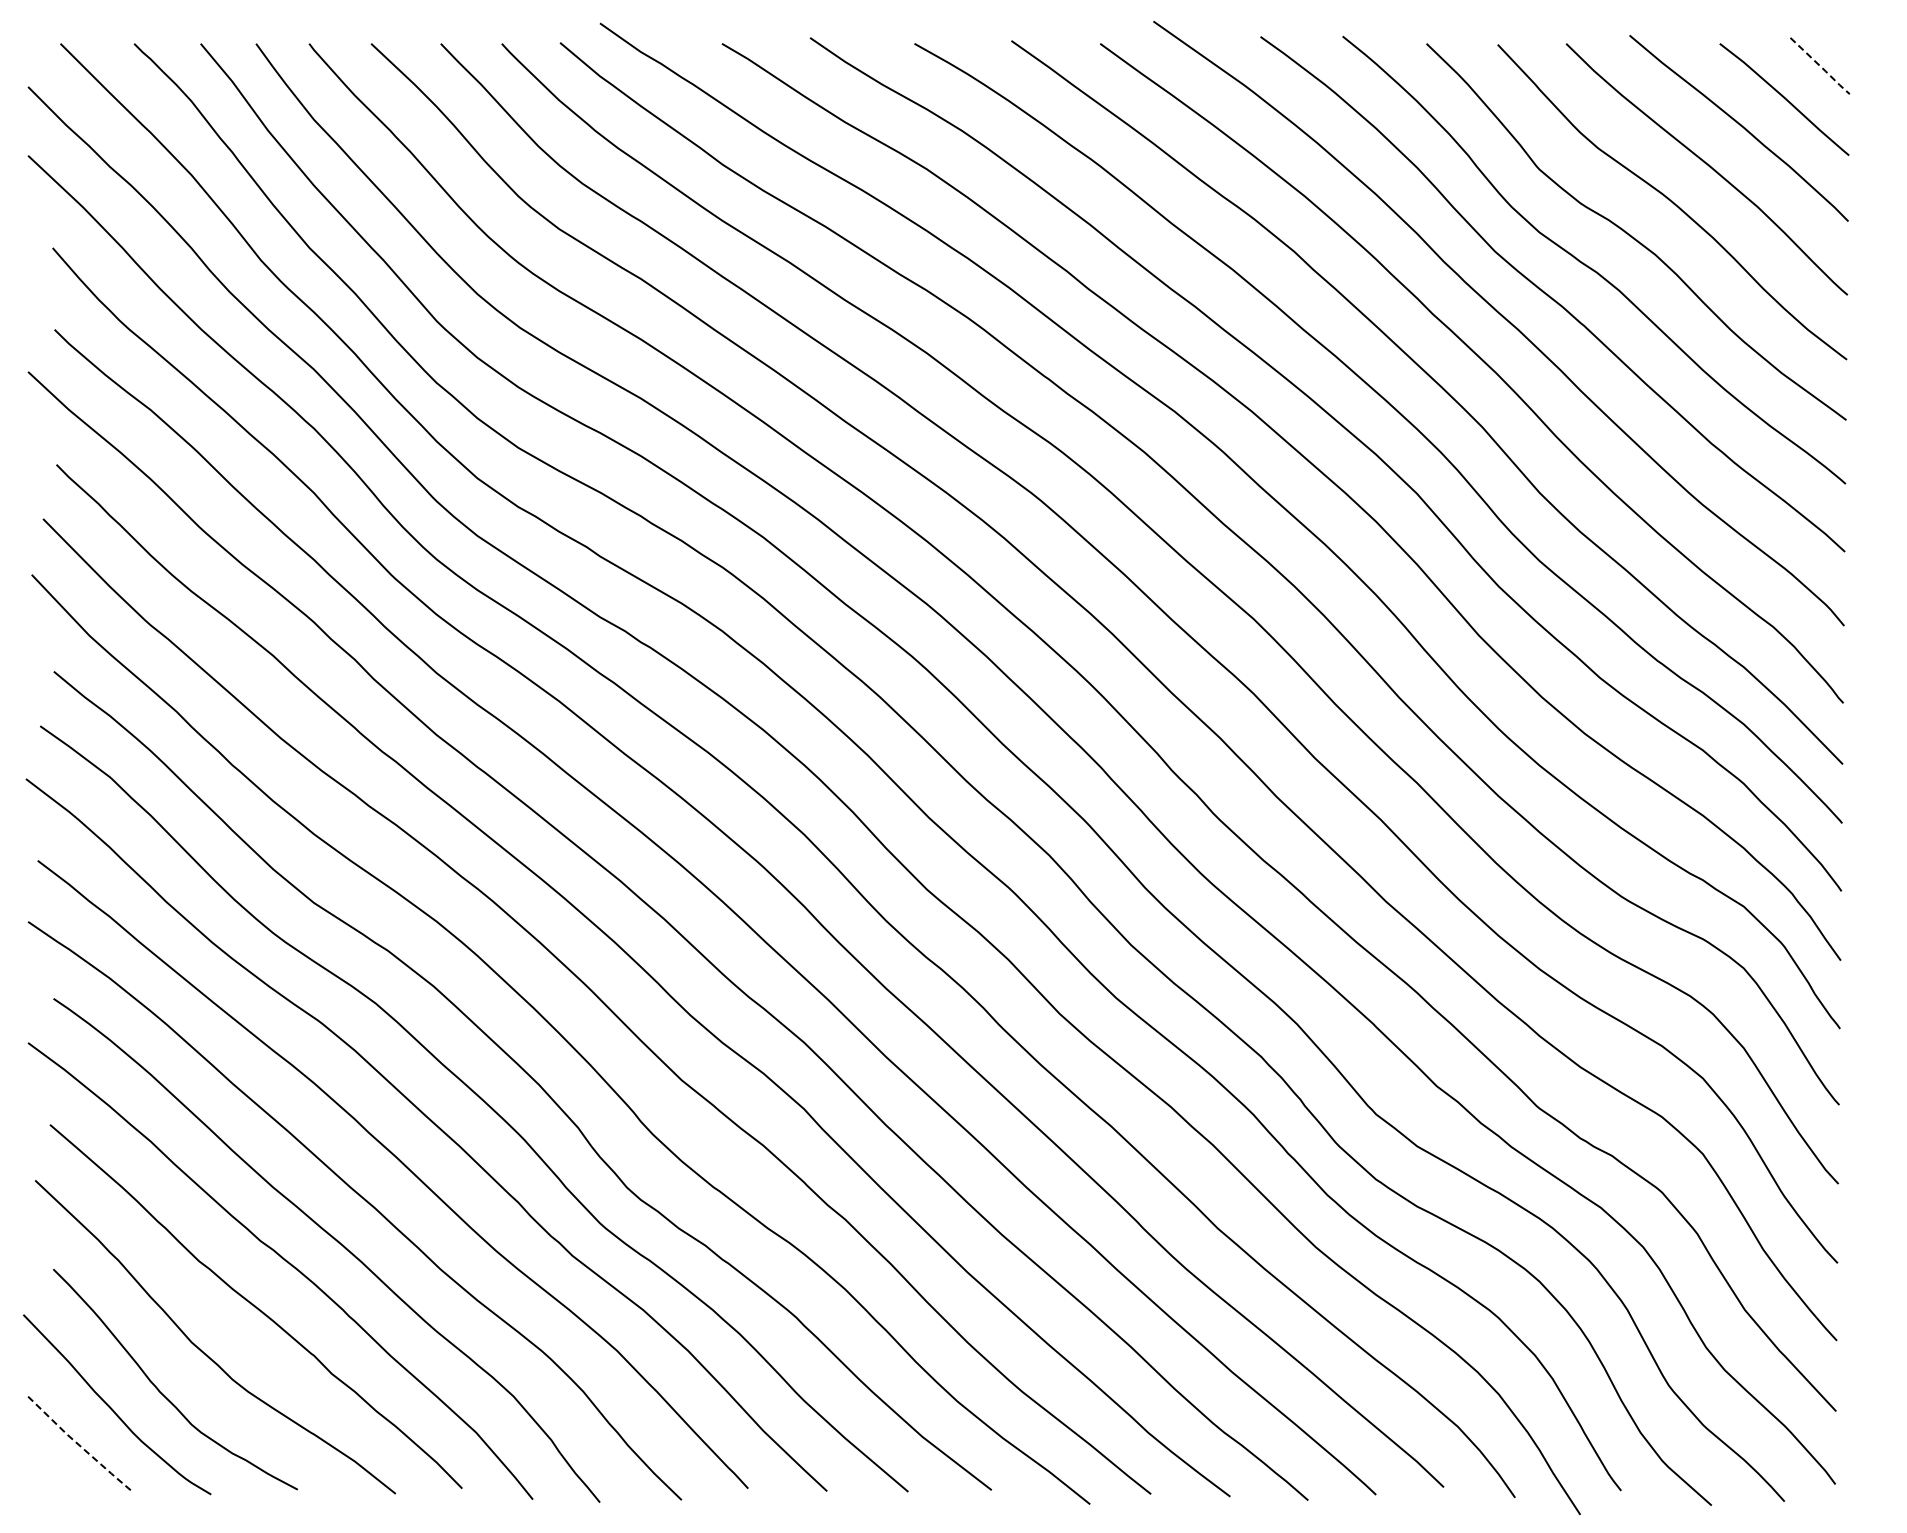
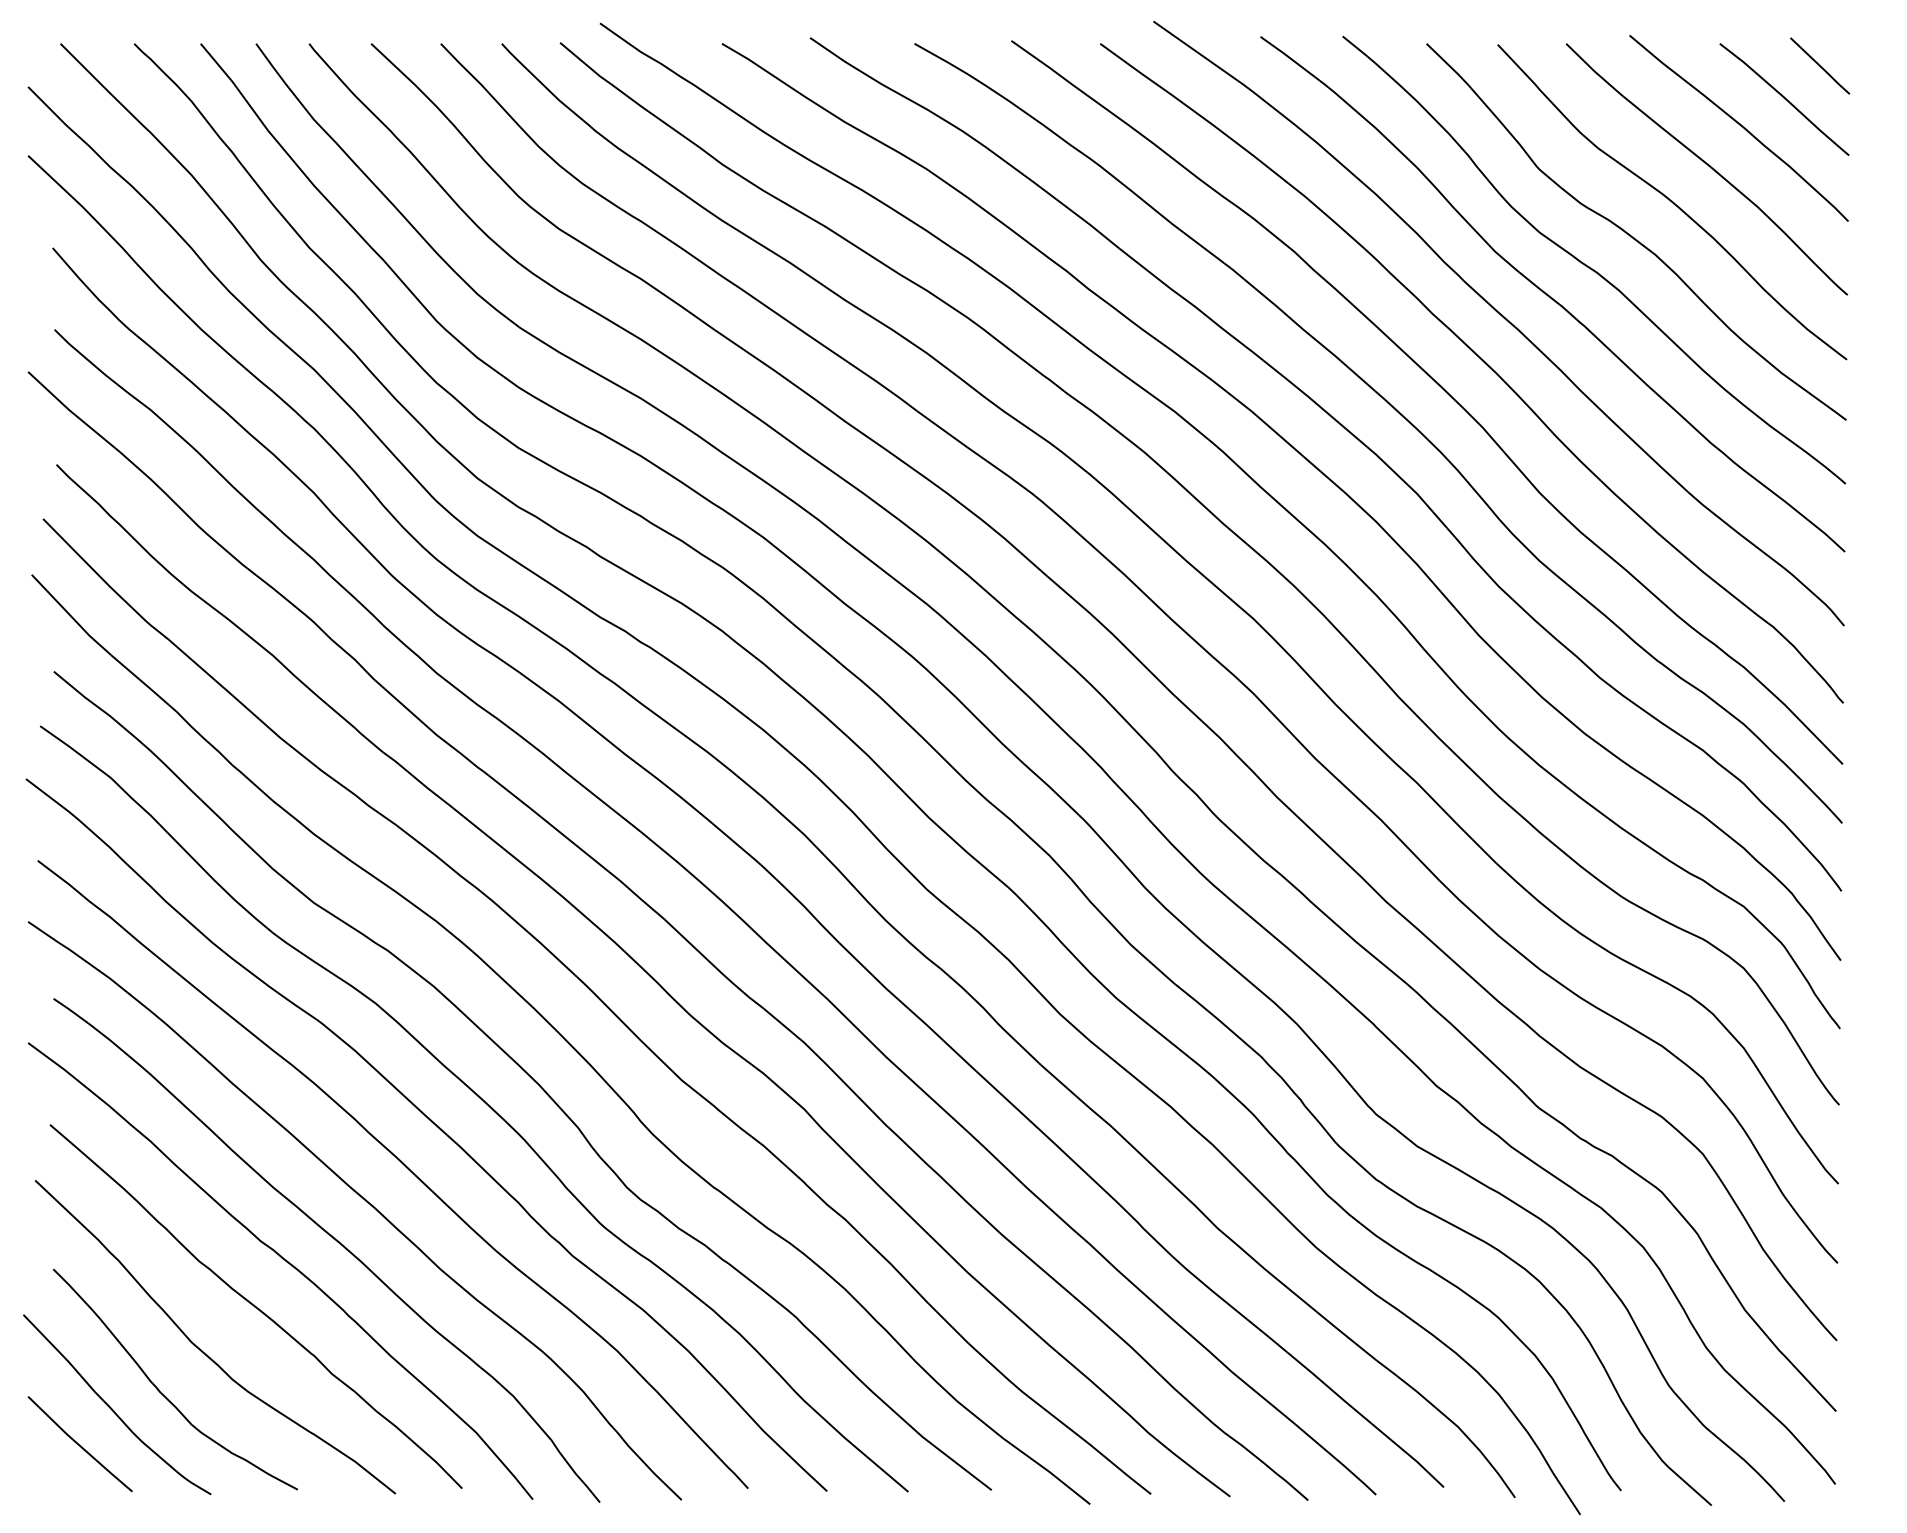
line at (1821, 67): dashed -> solid
line at (79, 1445): dashed -> solid
